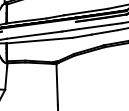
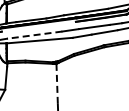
line at (34, 35): solid -> dashed
line at (57, 84): solid -> dashed
